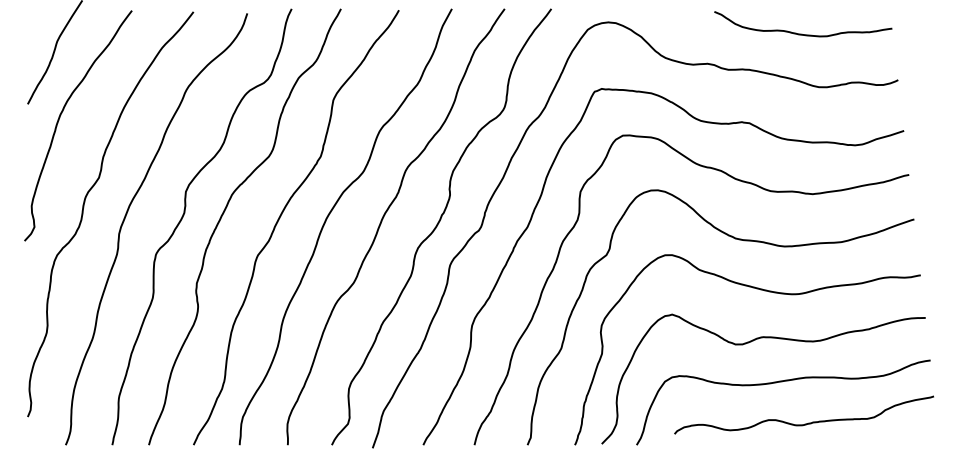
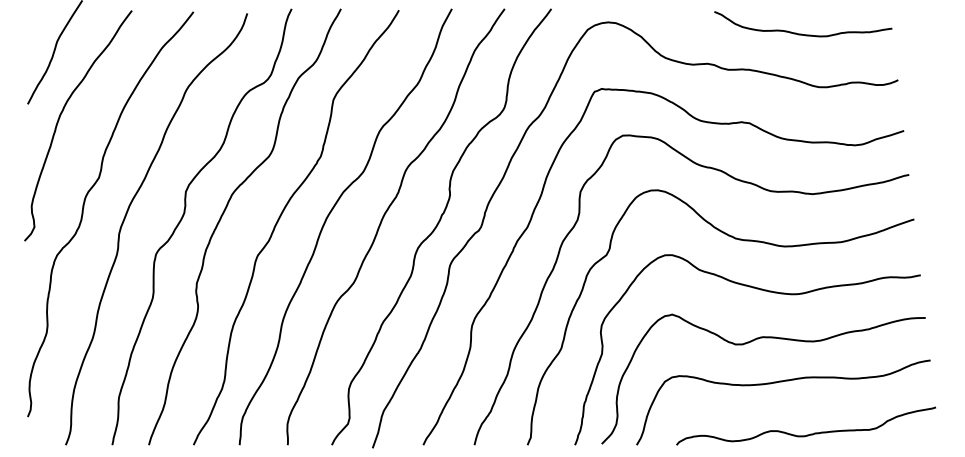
curve at (804, 423) position: (804, 423) -> (806, 434)
